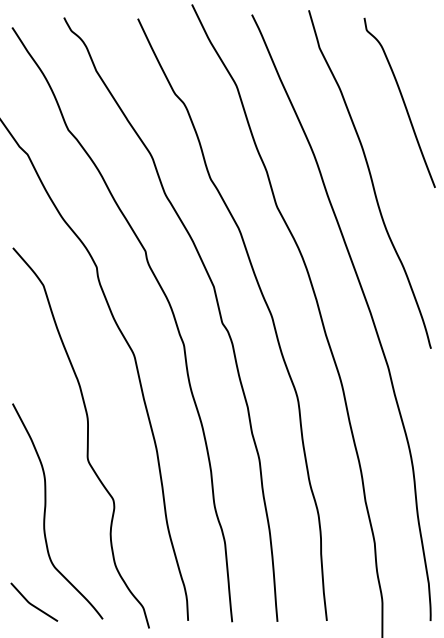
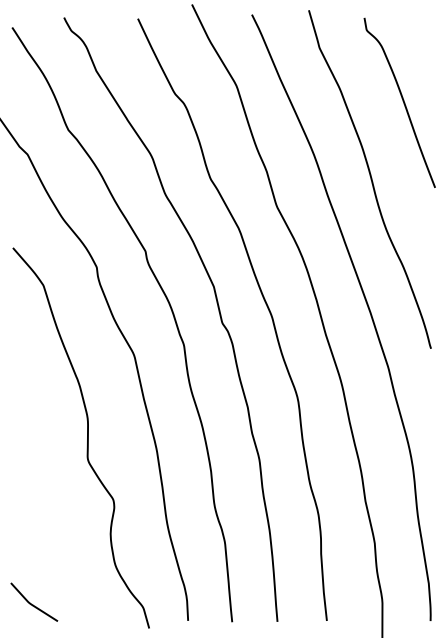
curve at (46, 507): present -> none
